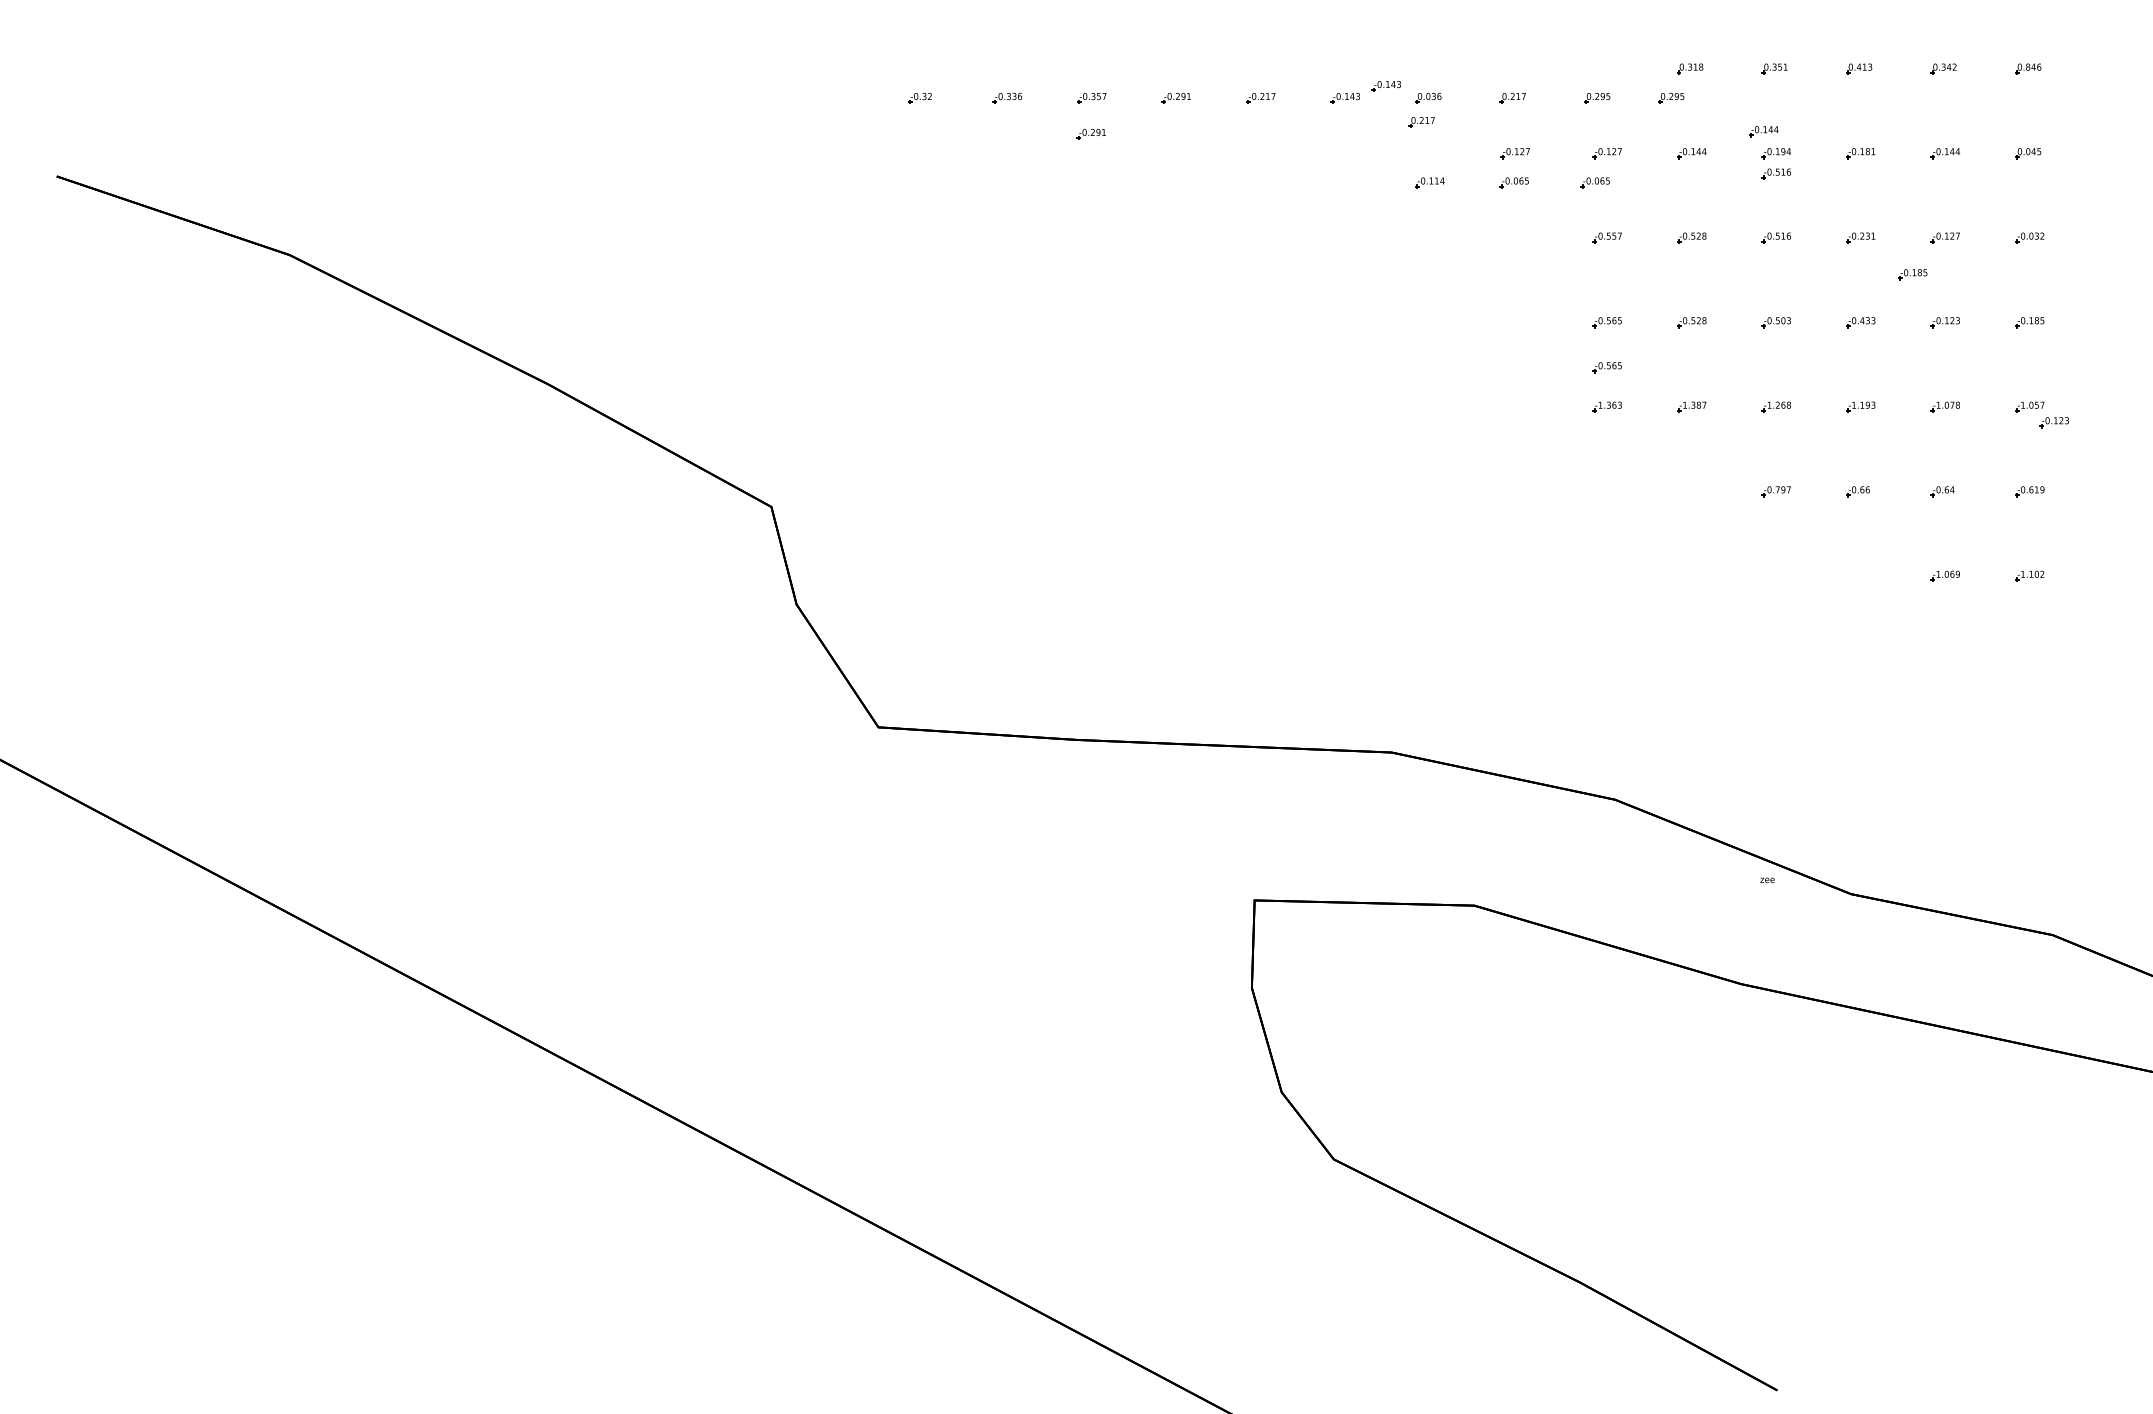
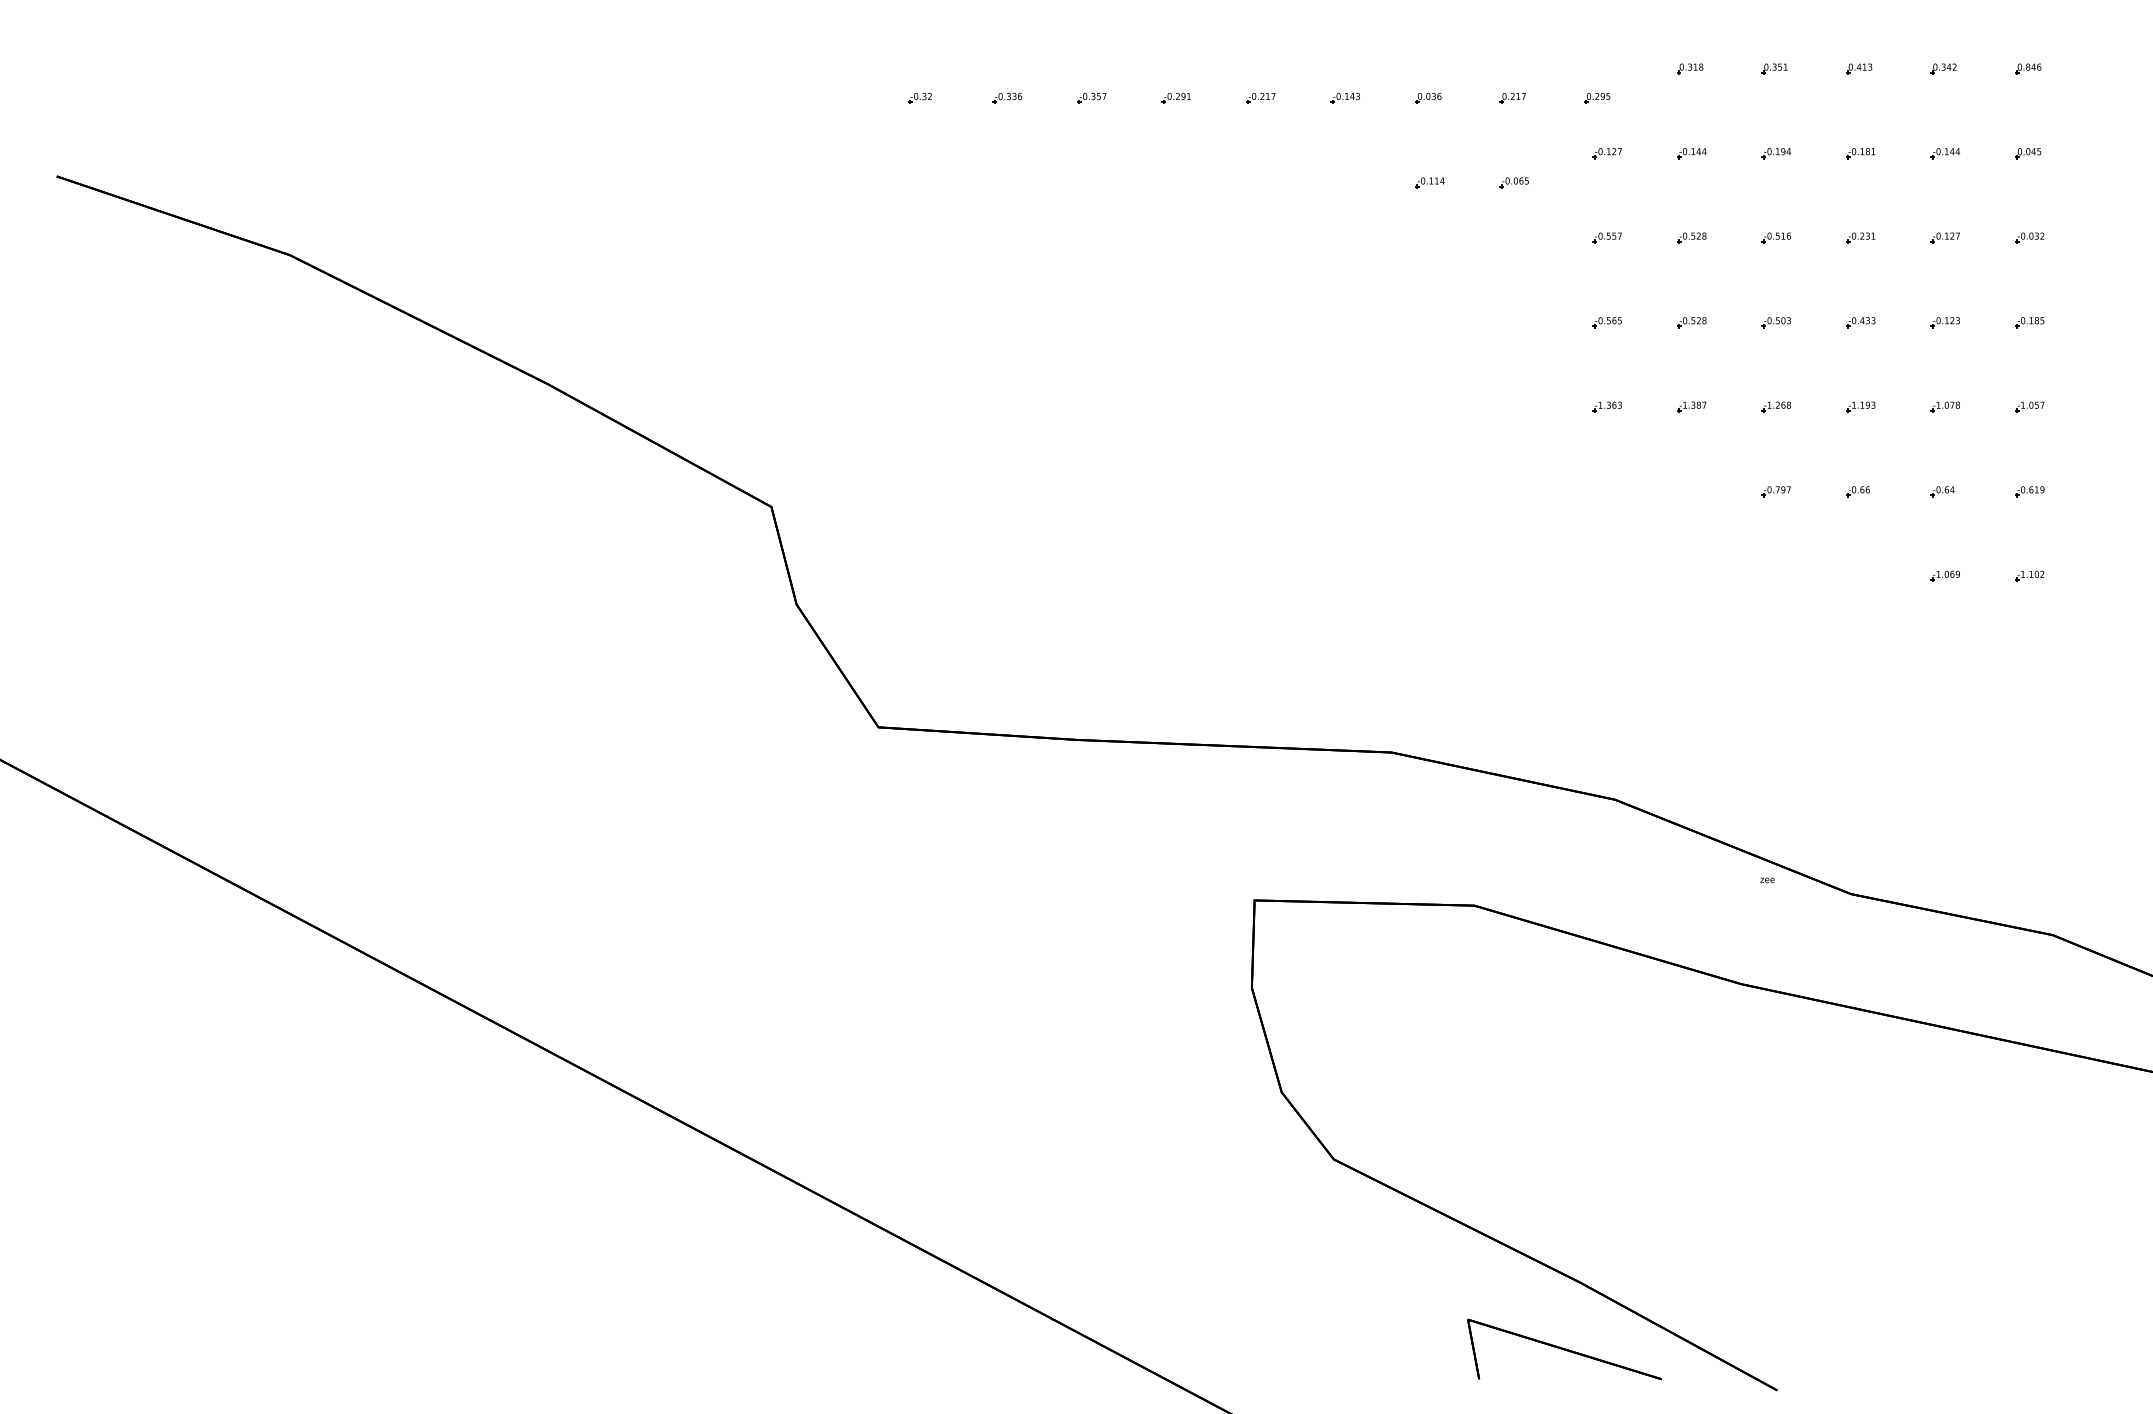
part at (1385, 85): present -> none
part at (1671, 98): present -> none
part at (1421, 122): present -> none
part at (1763, 131): present -> none
part at (1090, 133): present -> none
part at (1514, 153): present -> none
part at (1775, 173): present -> none
part at (1594, 182): present -> none
part at (1912, 274): present -> none
part at (1606, 367): present -> none
part at (2053, 422): present -> none
part at (1564, 1349): none -> present
